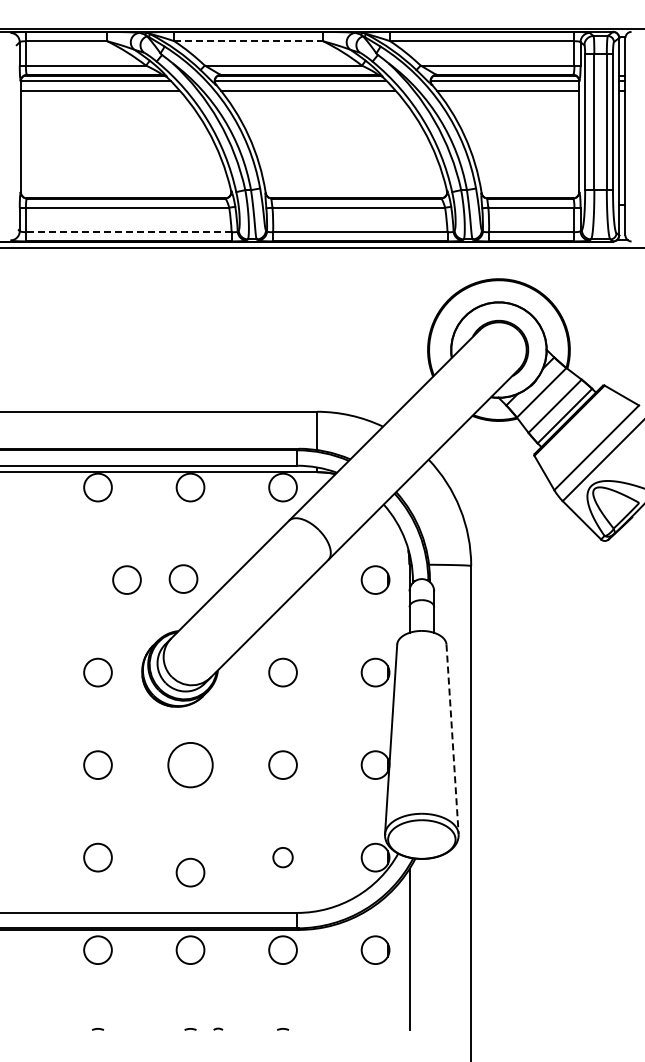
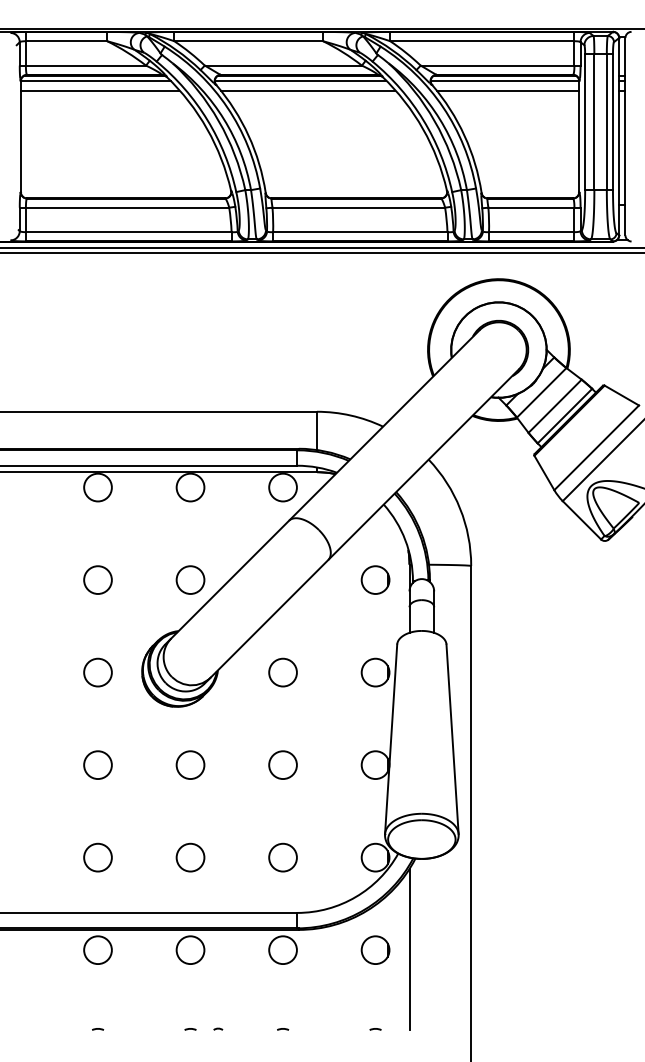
line at (249, 41): dashed -> solid
line at (128, 232): dashed -> solid
line at (321, 252): none -> present
circle at (183, 578) position: (183, 578) -> (190, 579)
circle at (126, 579) position: (126, 579) -> (97, 579)
line at (452, 739): dashed -> solid
circle at (190, 764) diameter: 44 px -> 28 px
circle at (282, 857) size: 22x22 px -> 30x31 px
circle at (190, 872) position: (190, 872) -> (190, 857)
line at (375, 1029): none -> present
